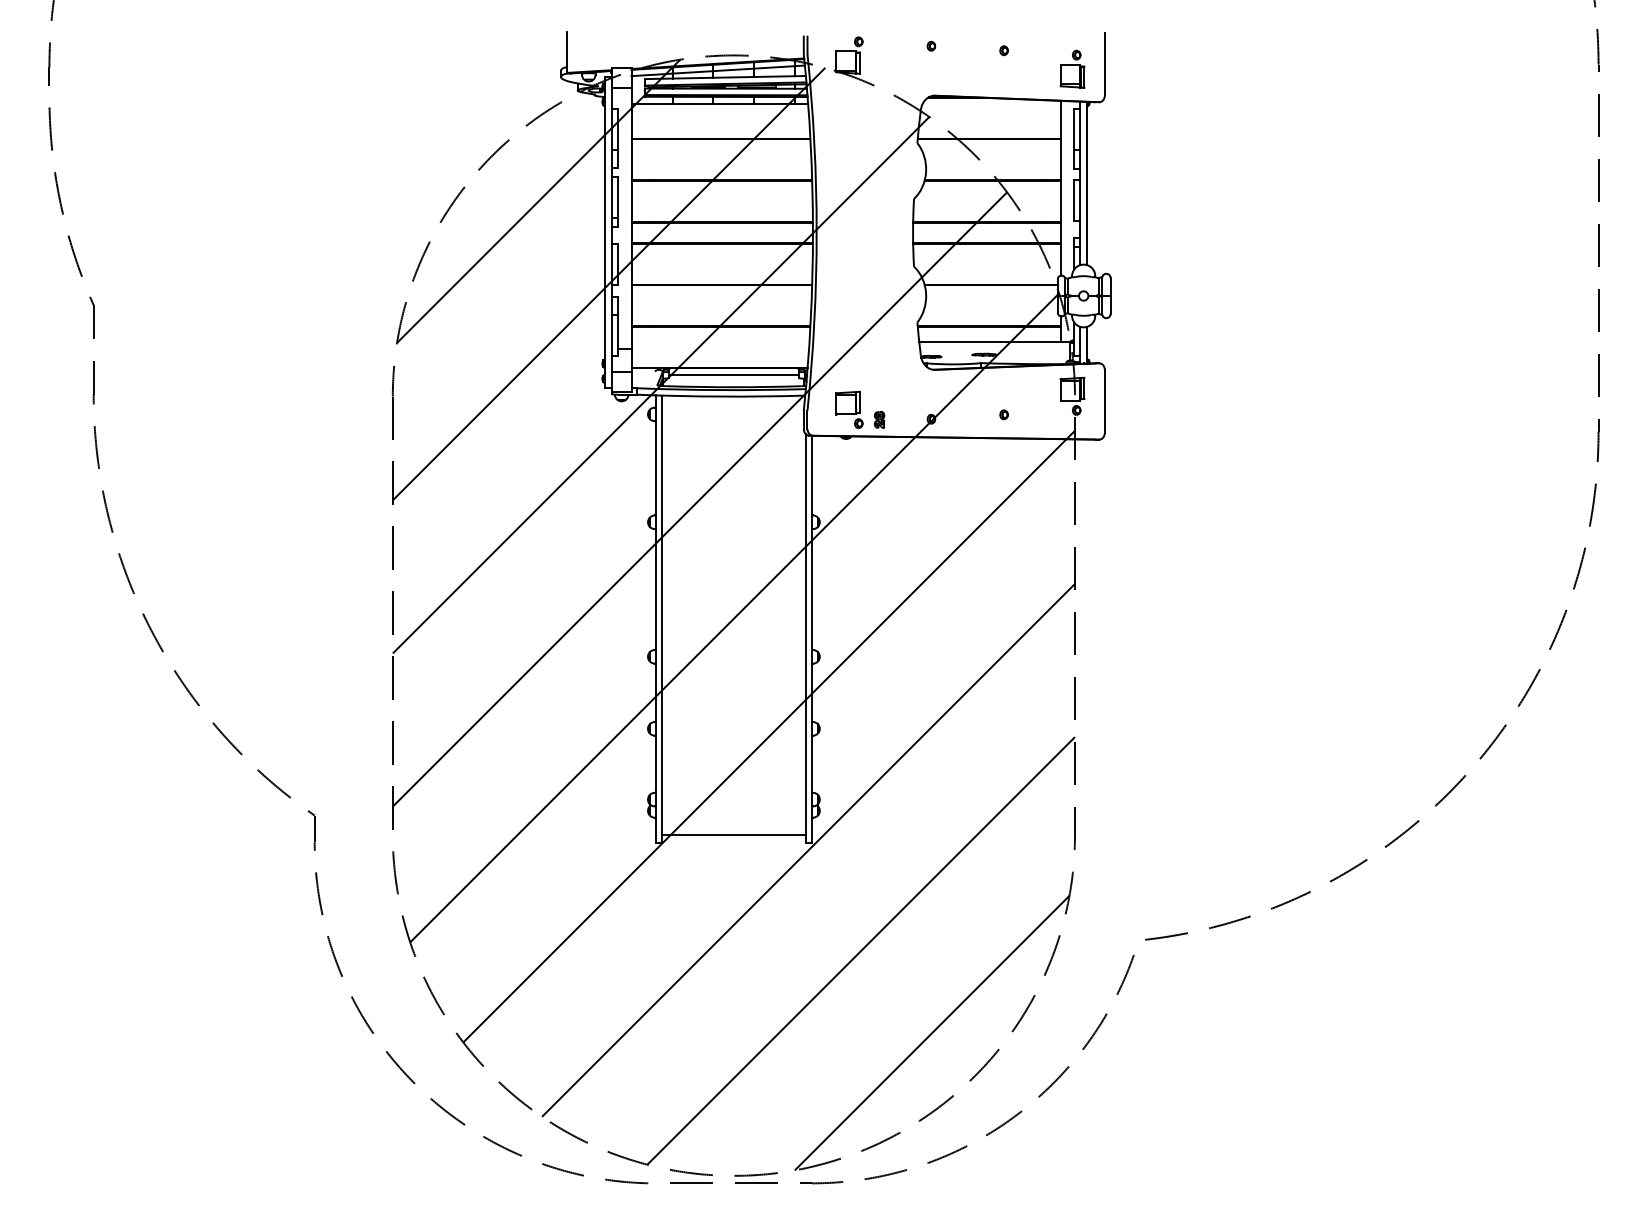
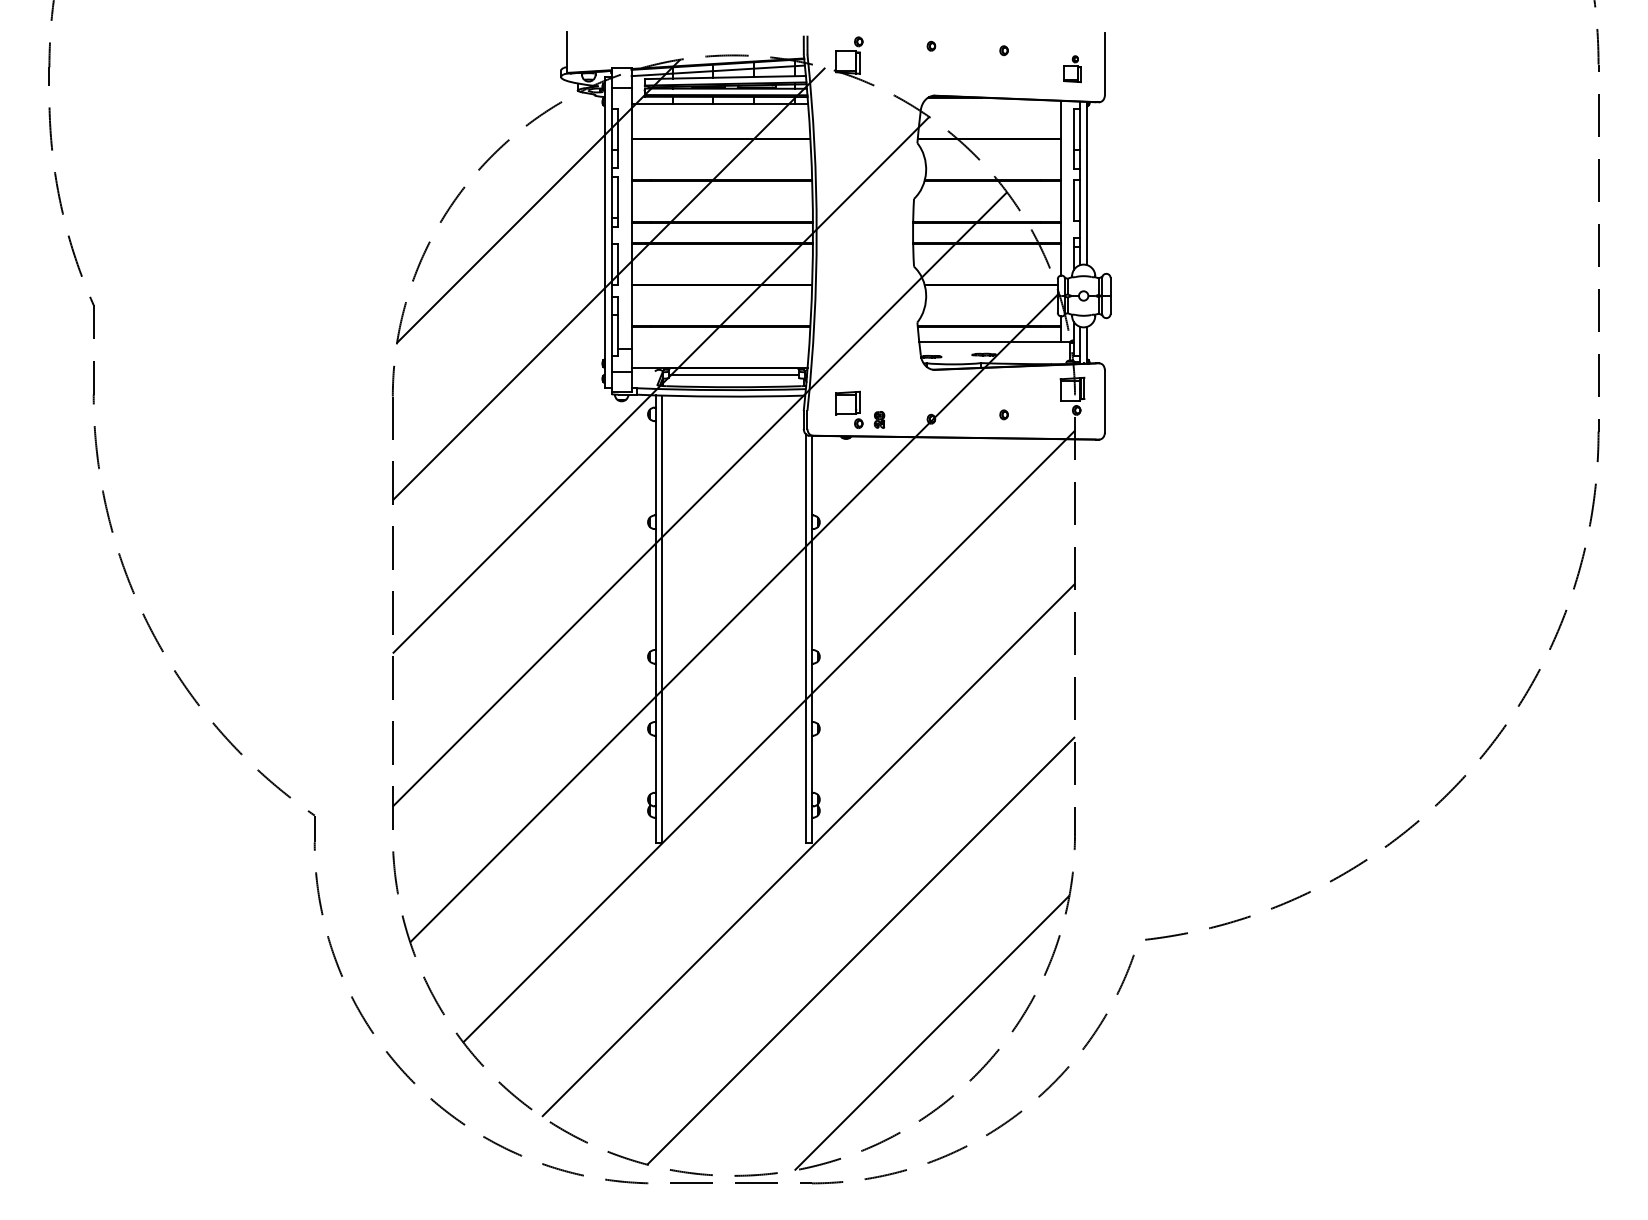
part at (1072, 68) size: 27x40 px -> 19x28 px
line at (733, 834): present -> none
